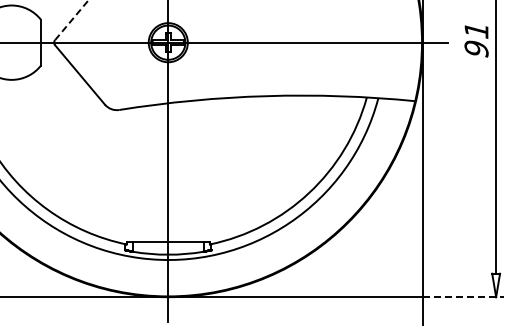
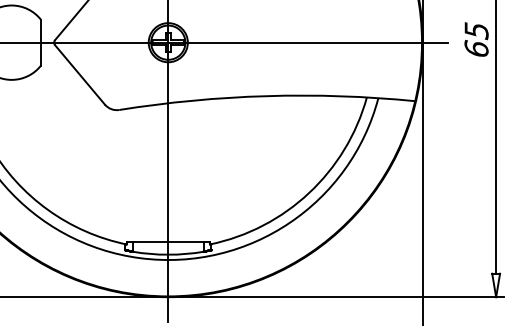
line at (71, 20): dashed -> solid
text at (476, 39): 91 -> 65
line at (463, 297): dashed -> solid
